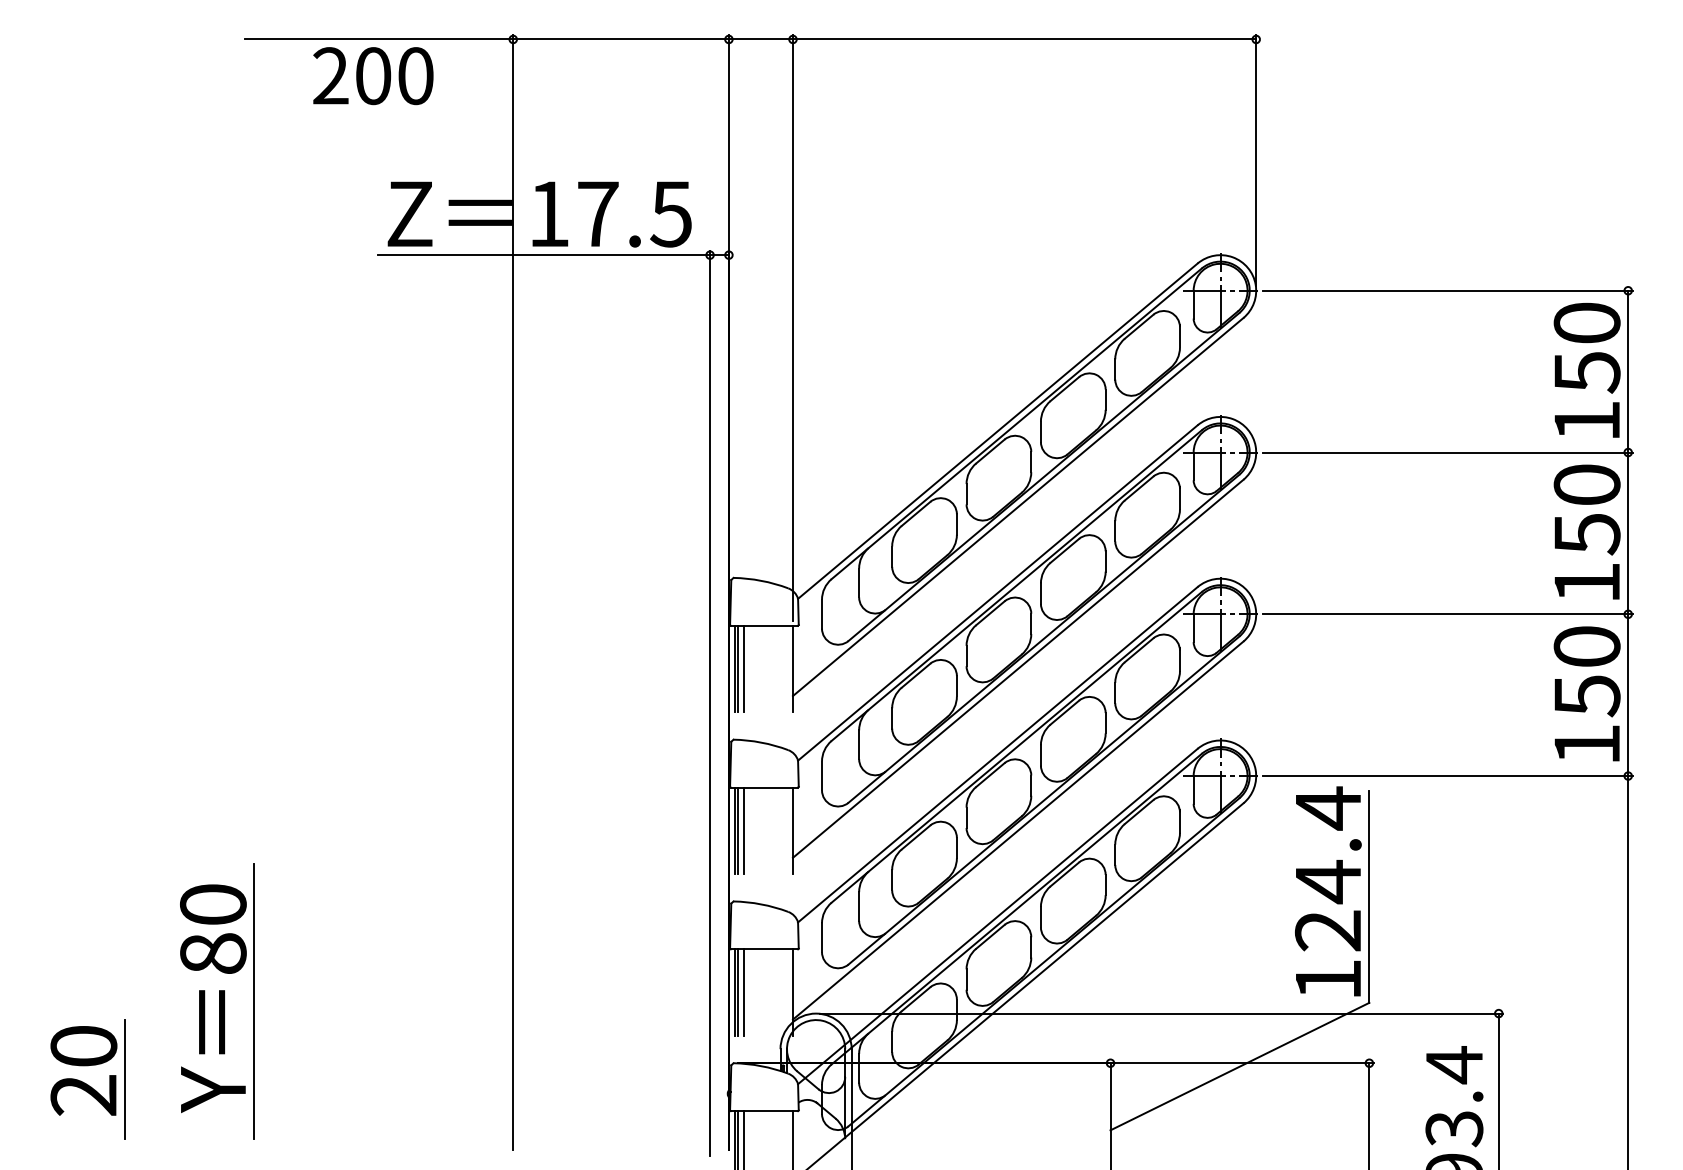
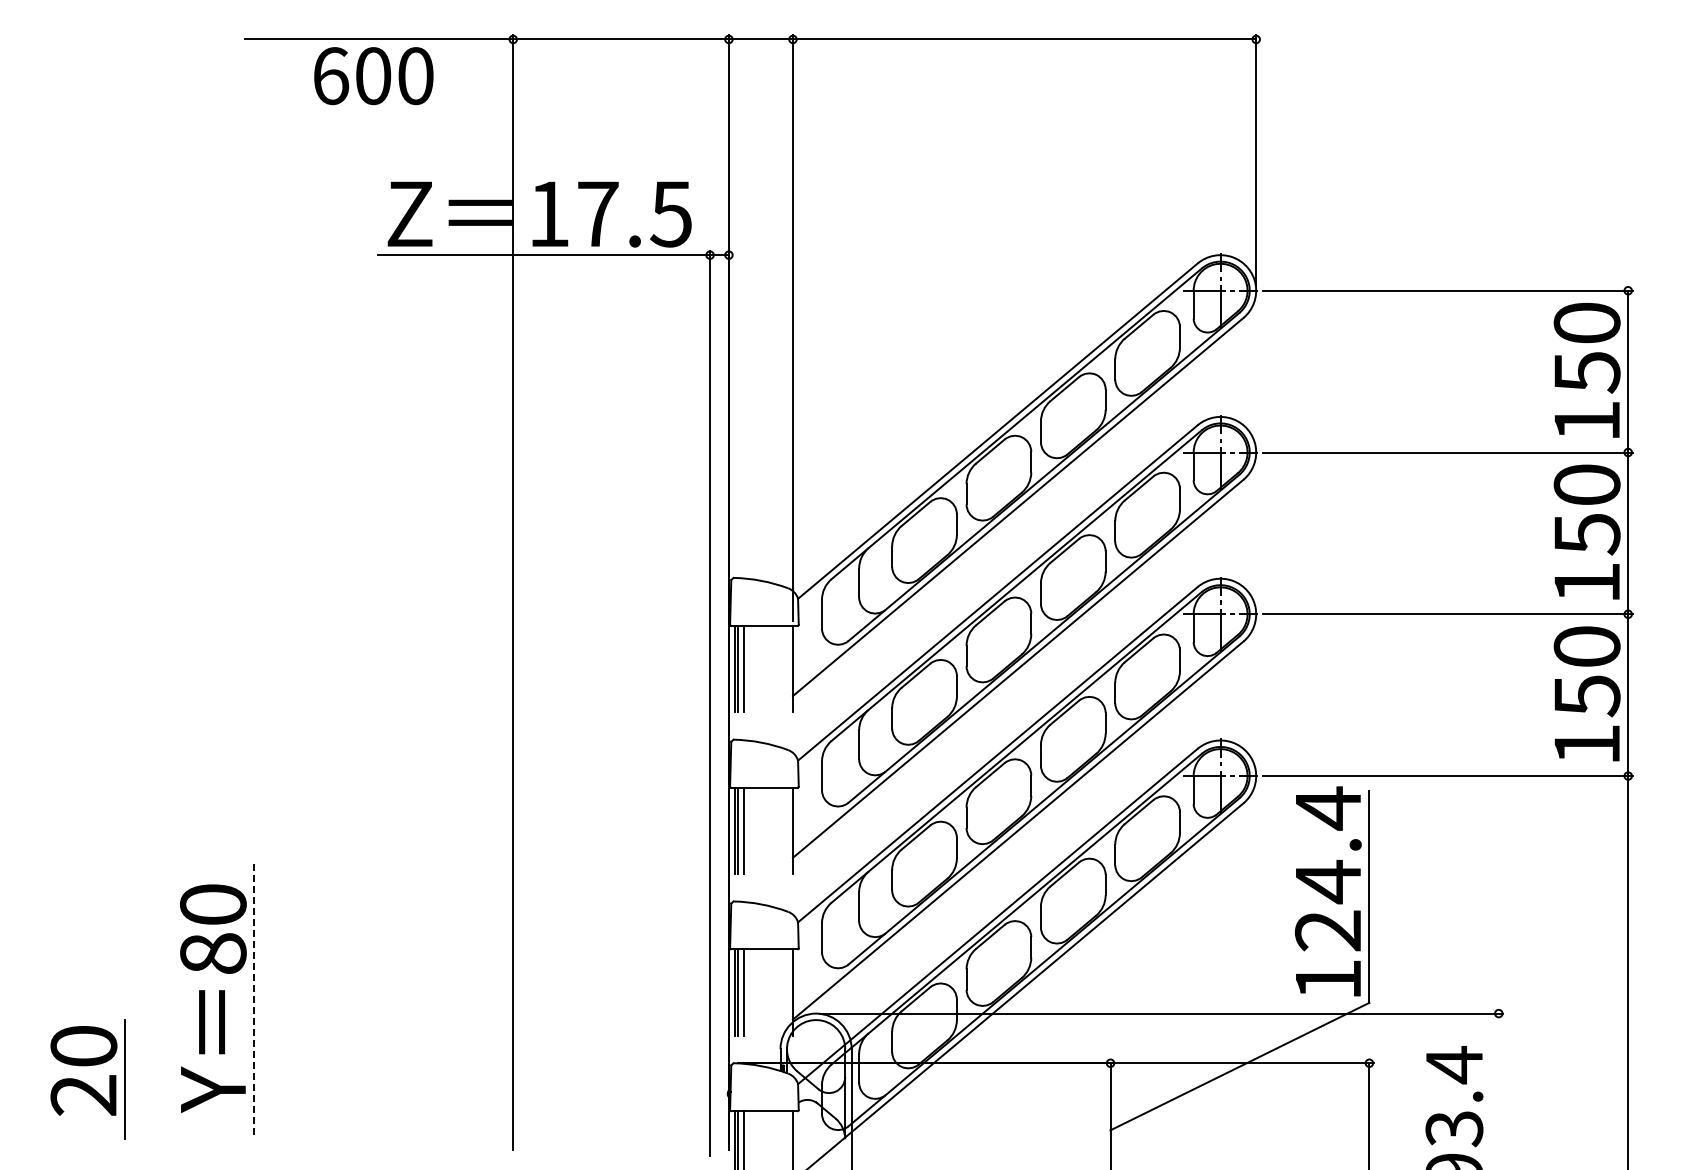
text at (331, 76): 200 -> 600
line at (254, 1001): solid -> dashed
line at (1498, 1089): present -> none
